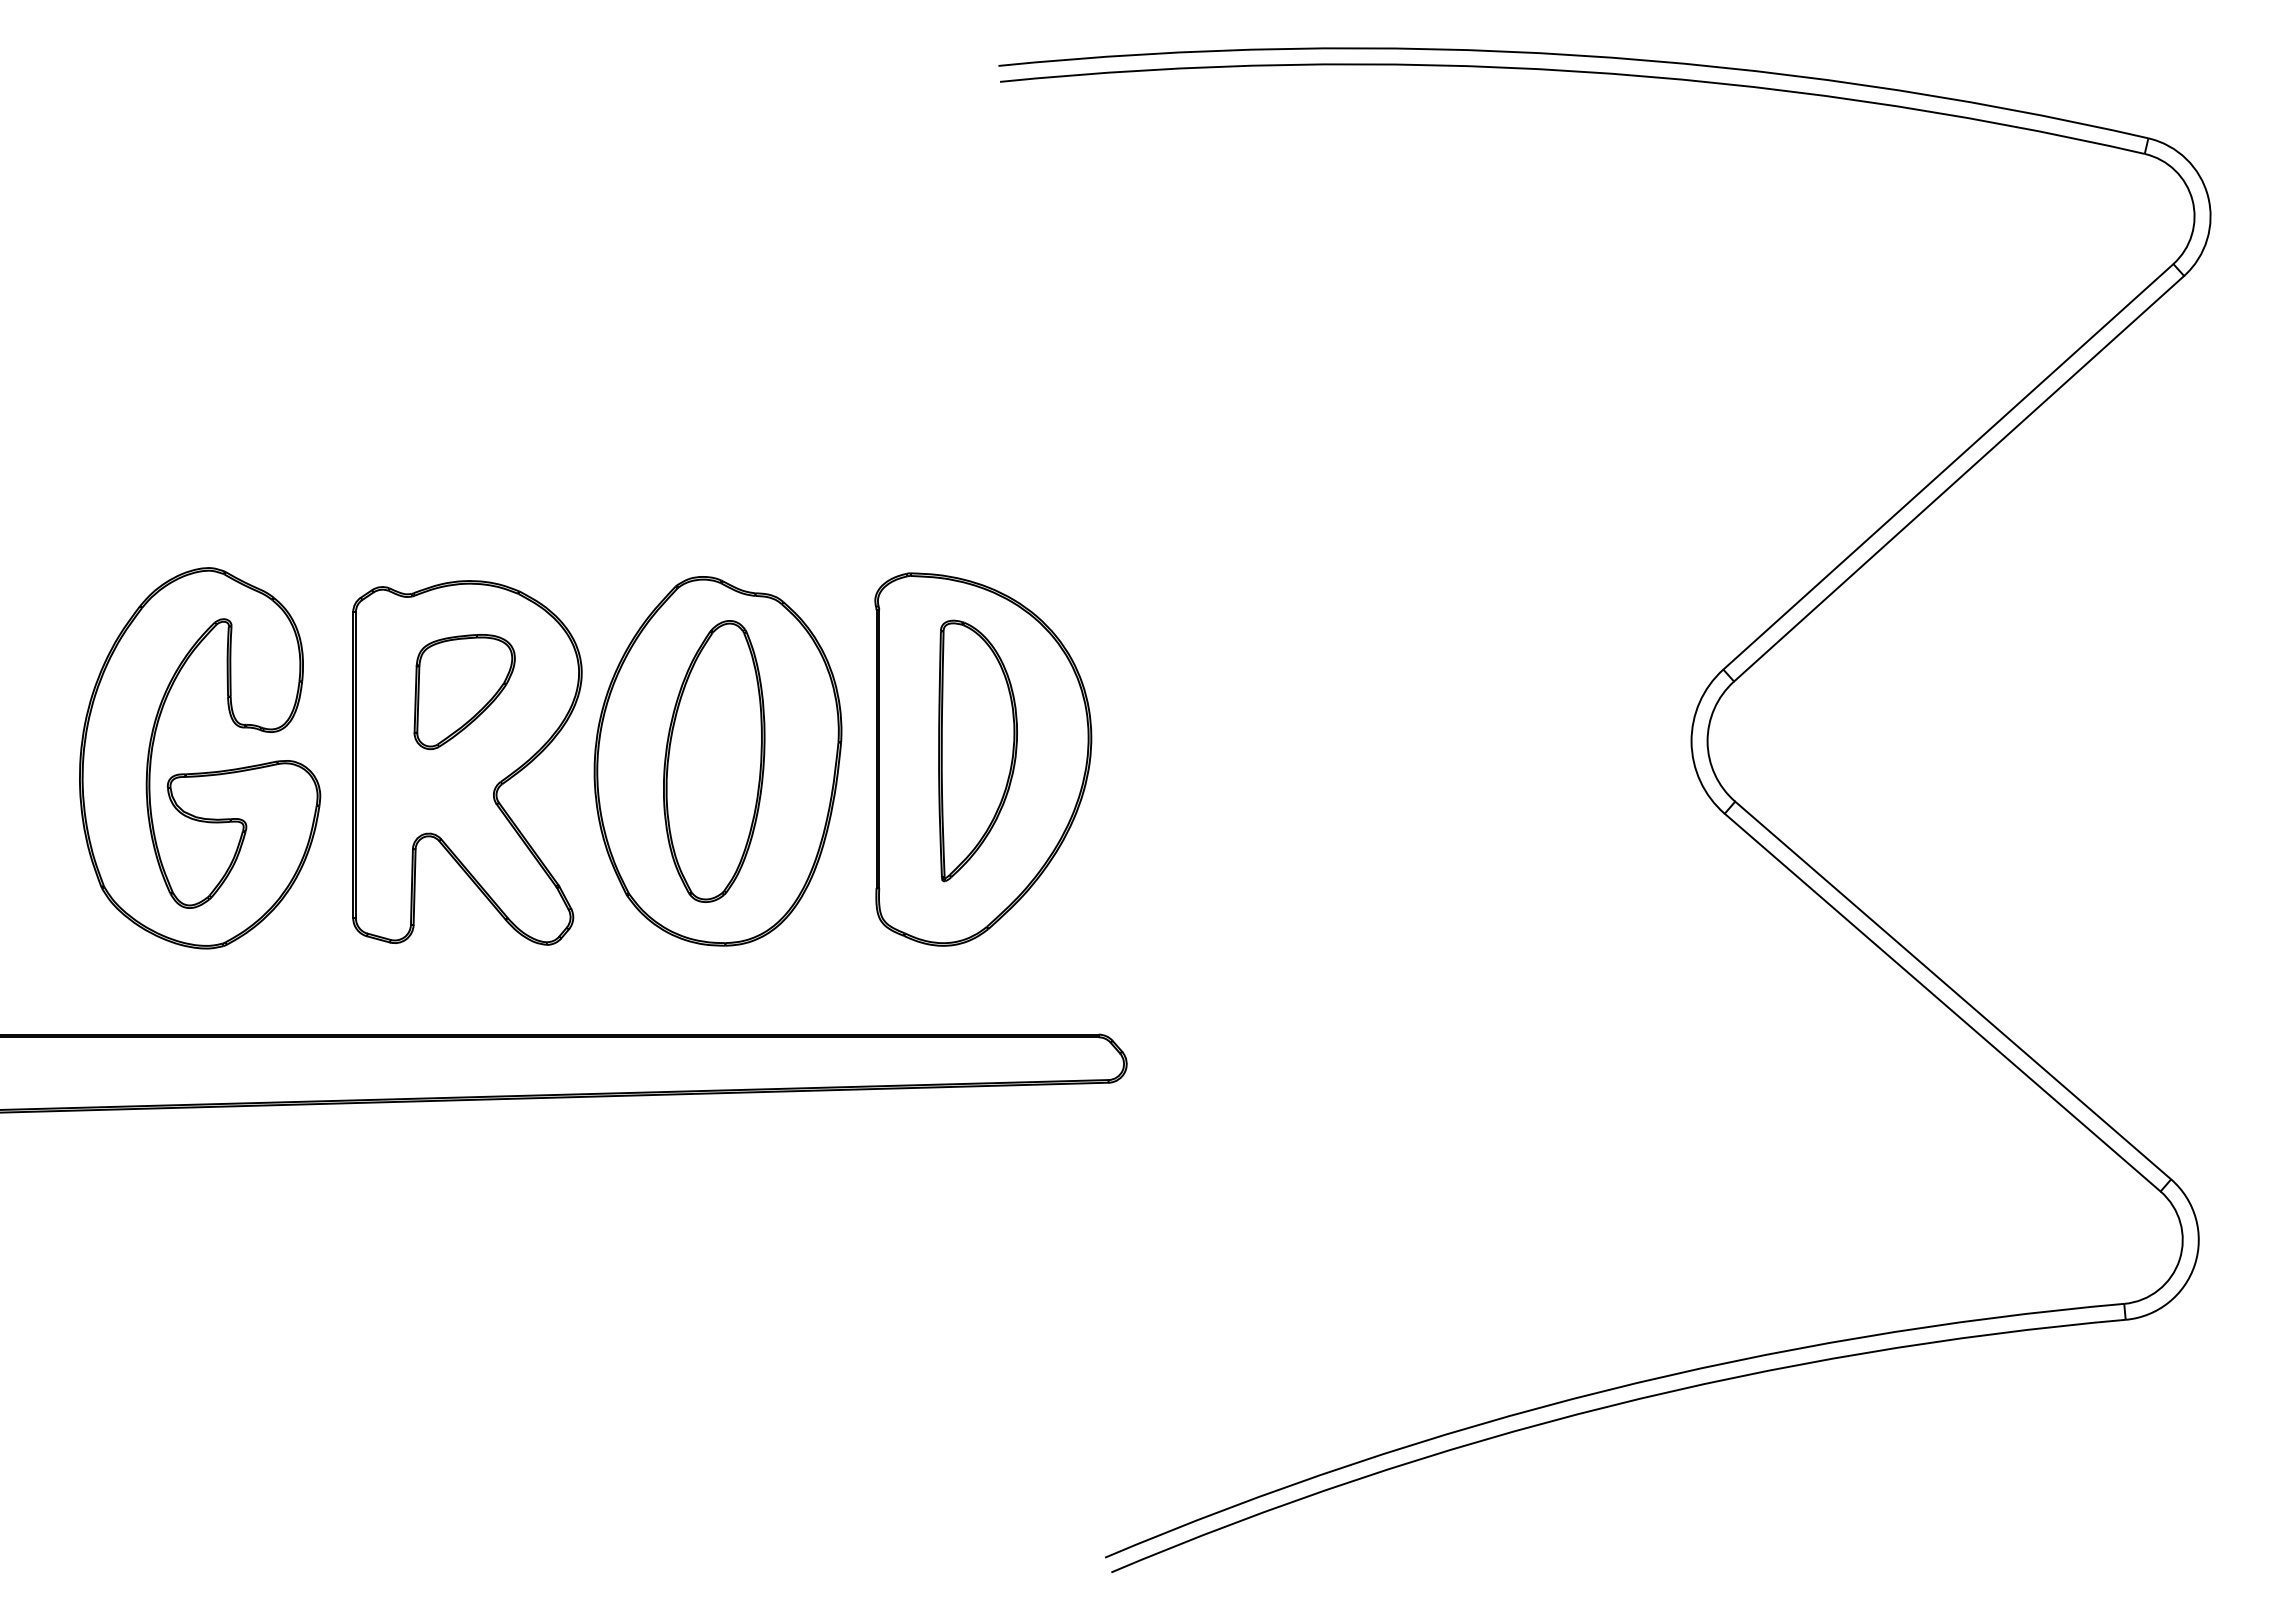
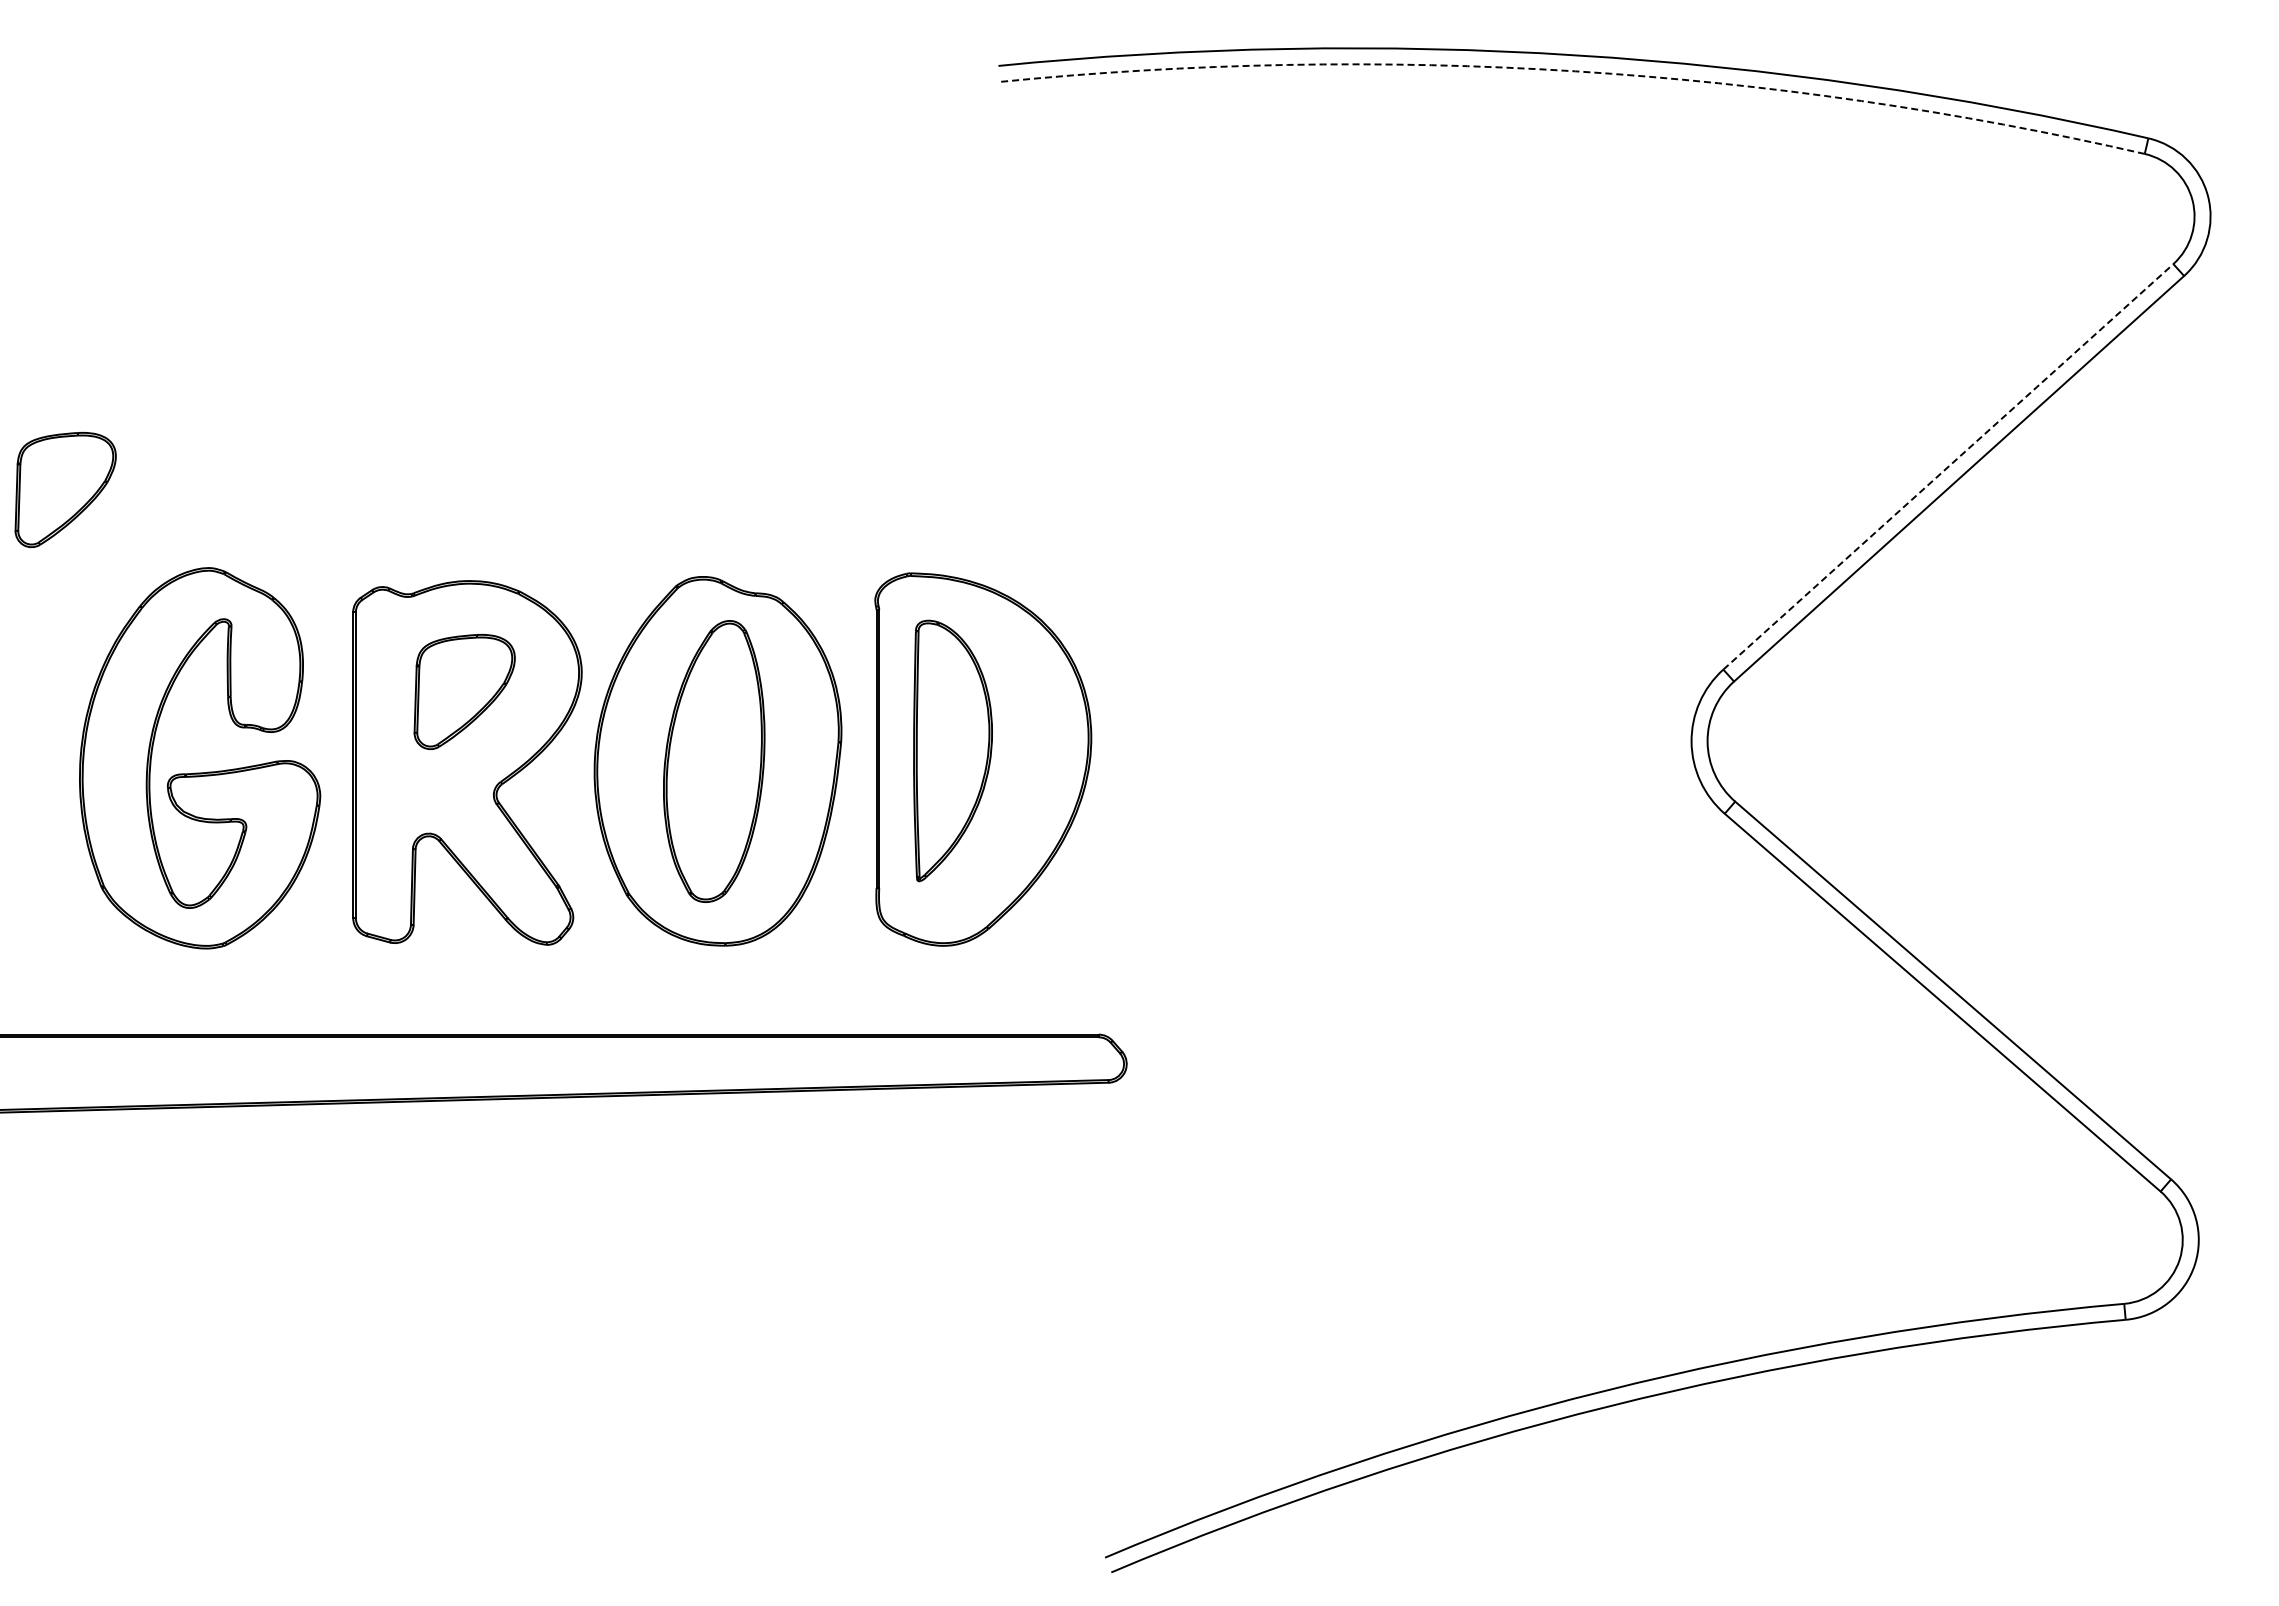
arc at (1575, 71): solid -> dashed
line at (1948, 466): solid -> dashed
part at (65, 490): none -> present
part at (977, 750) position: (977, 750) -> (952, 750)
